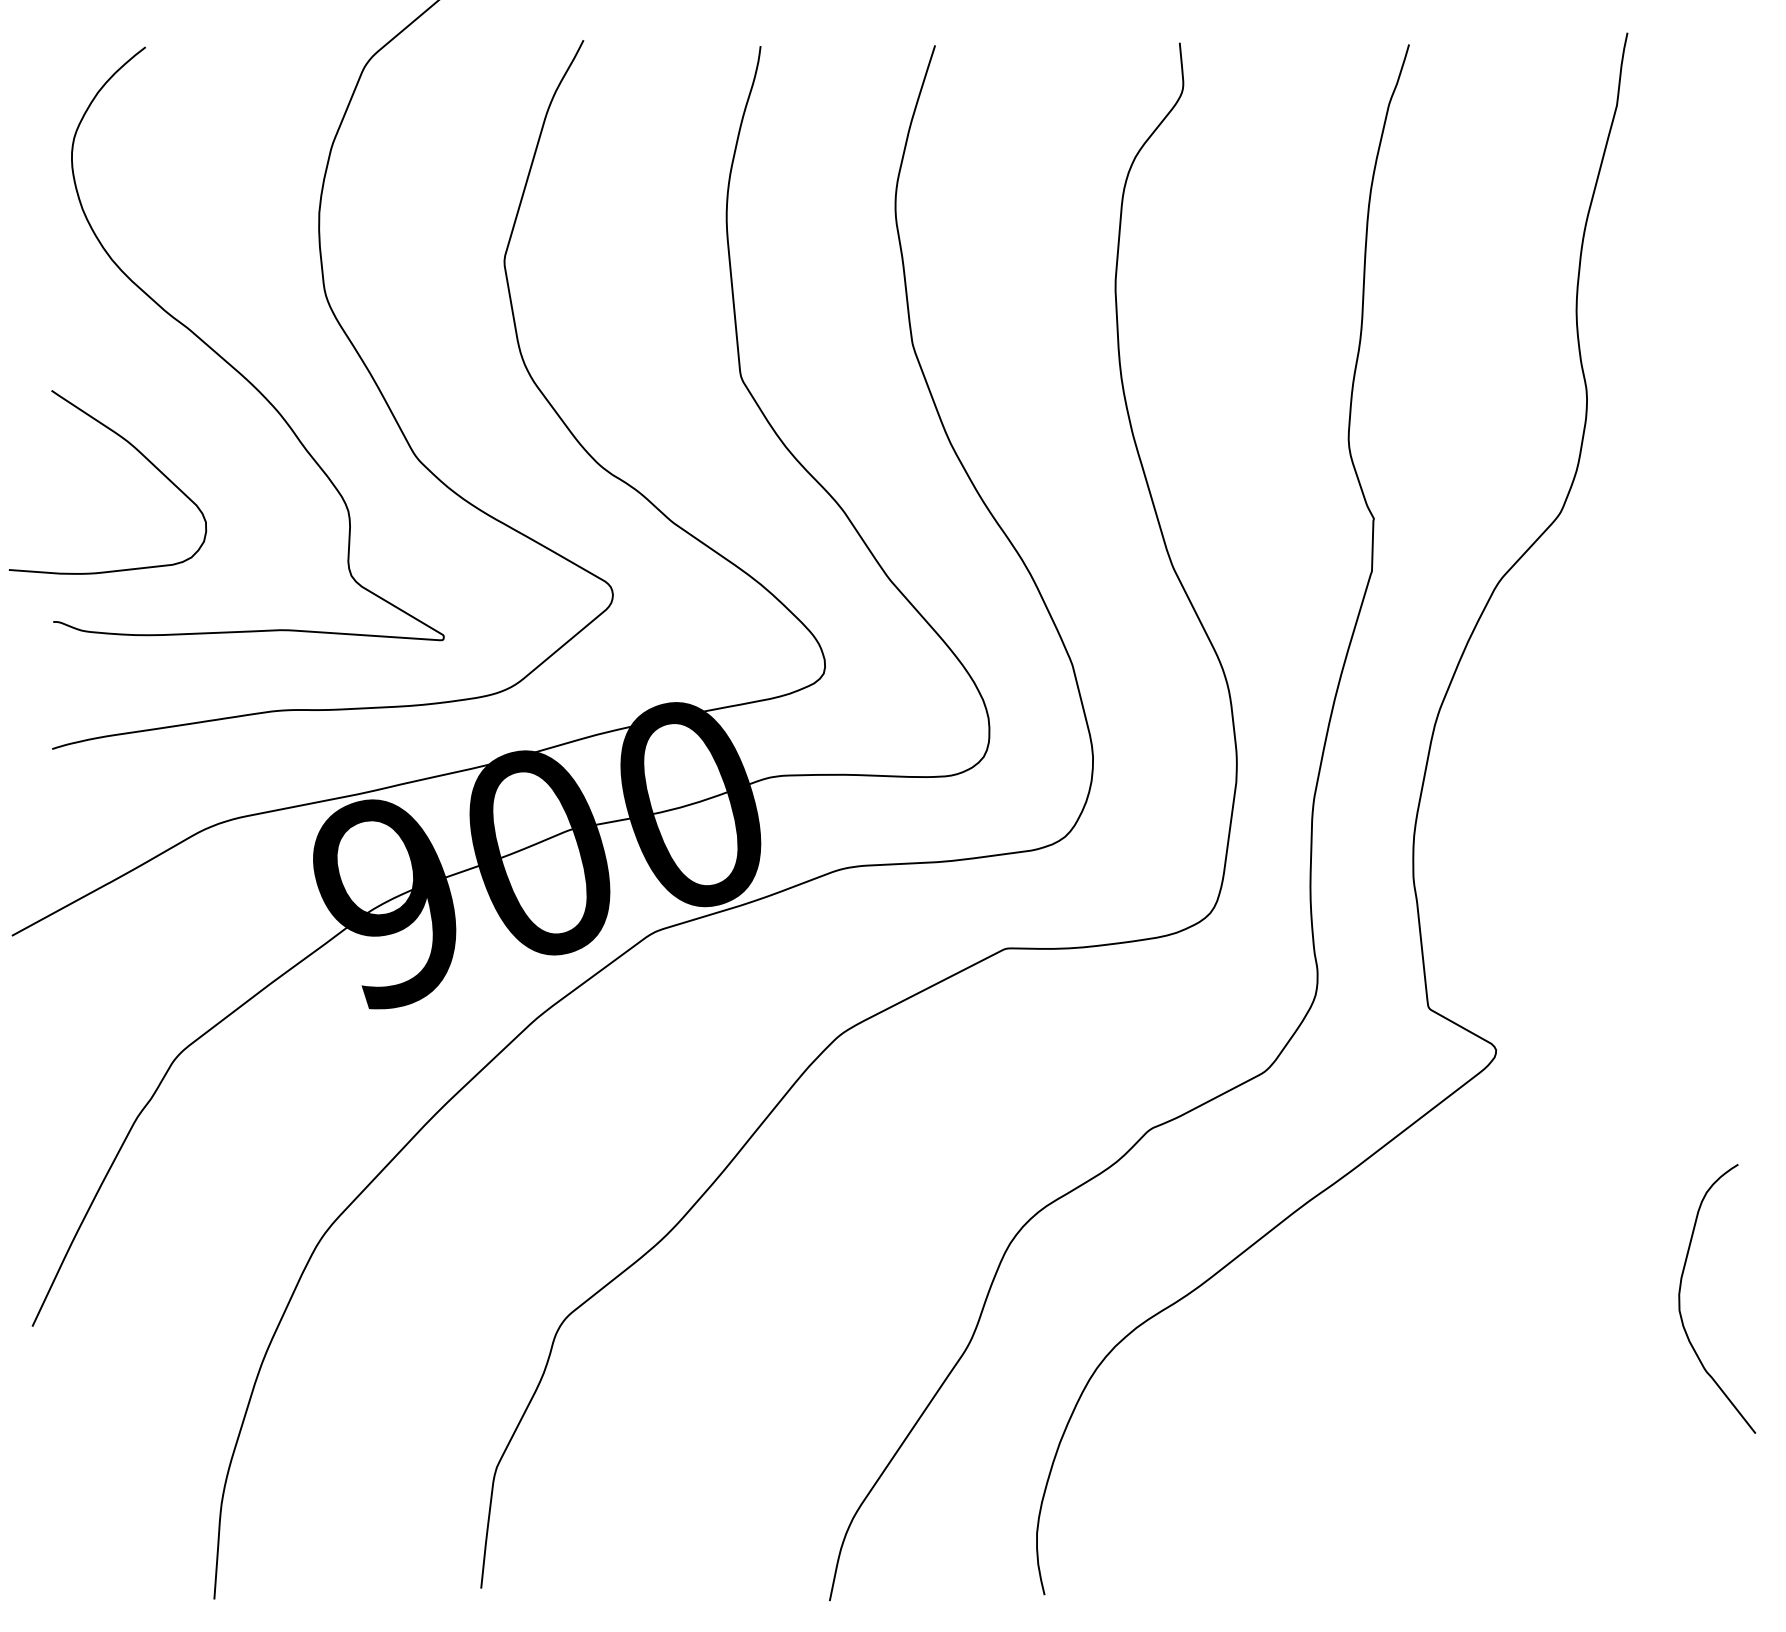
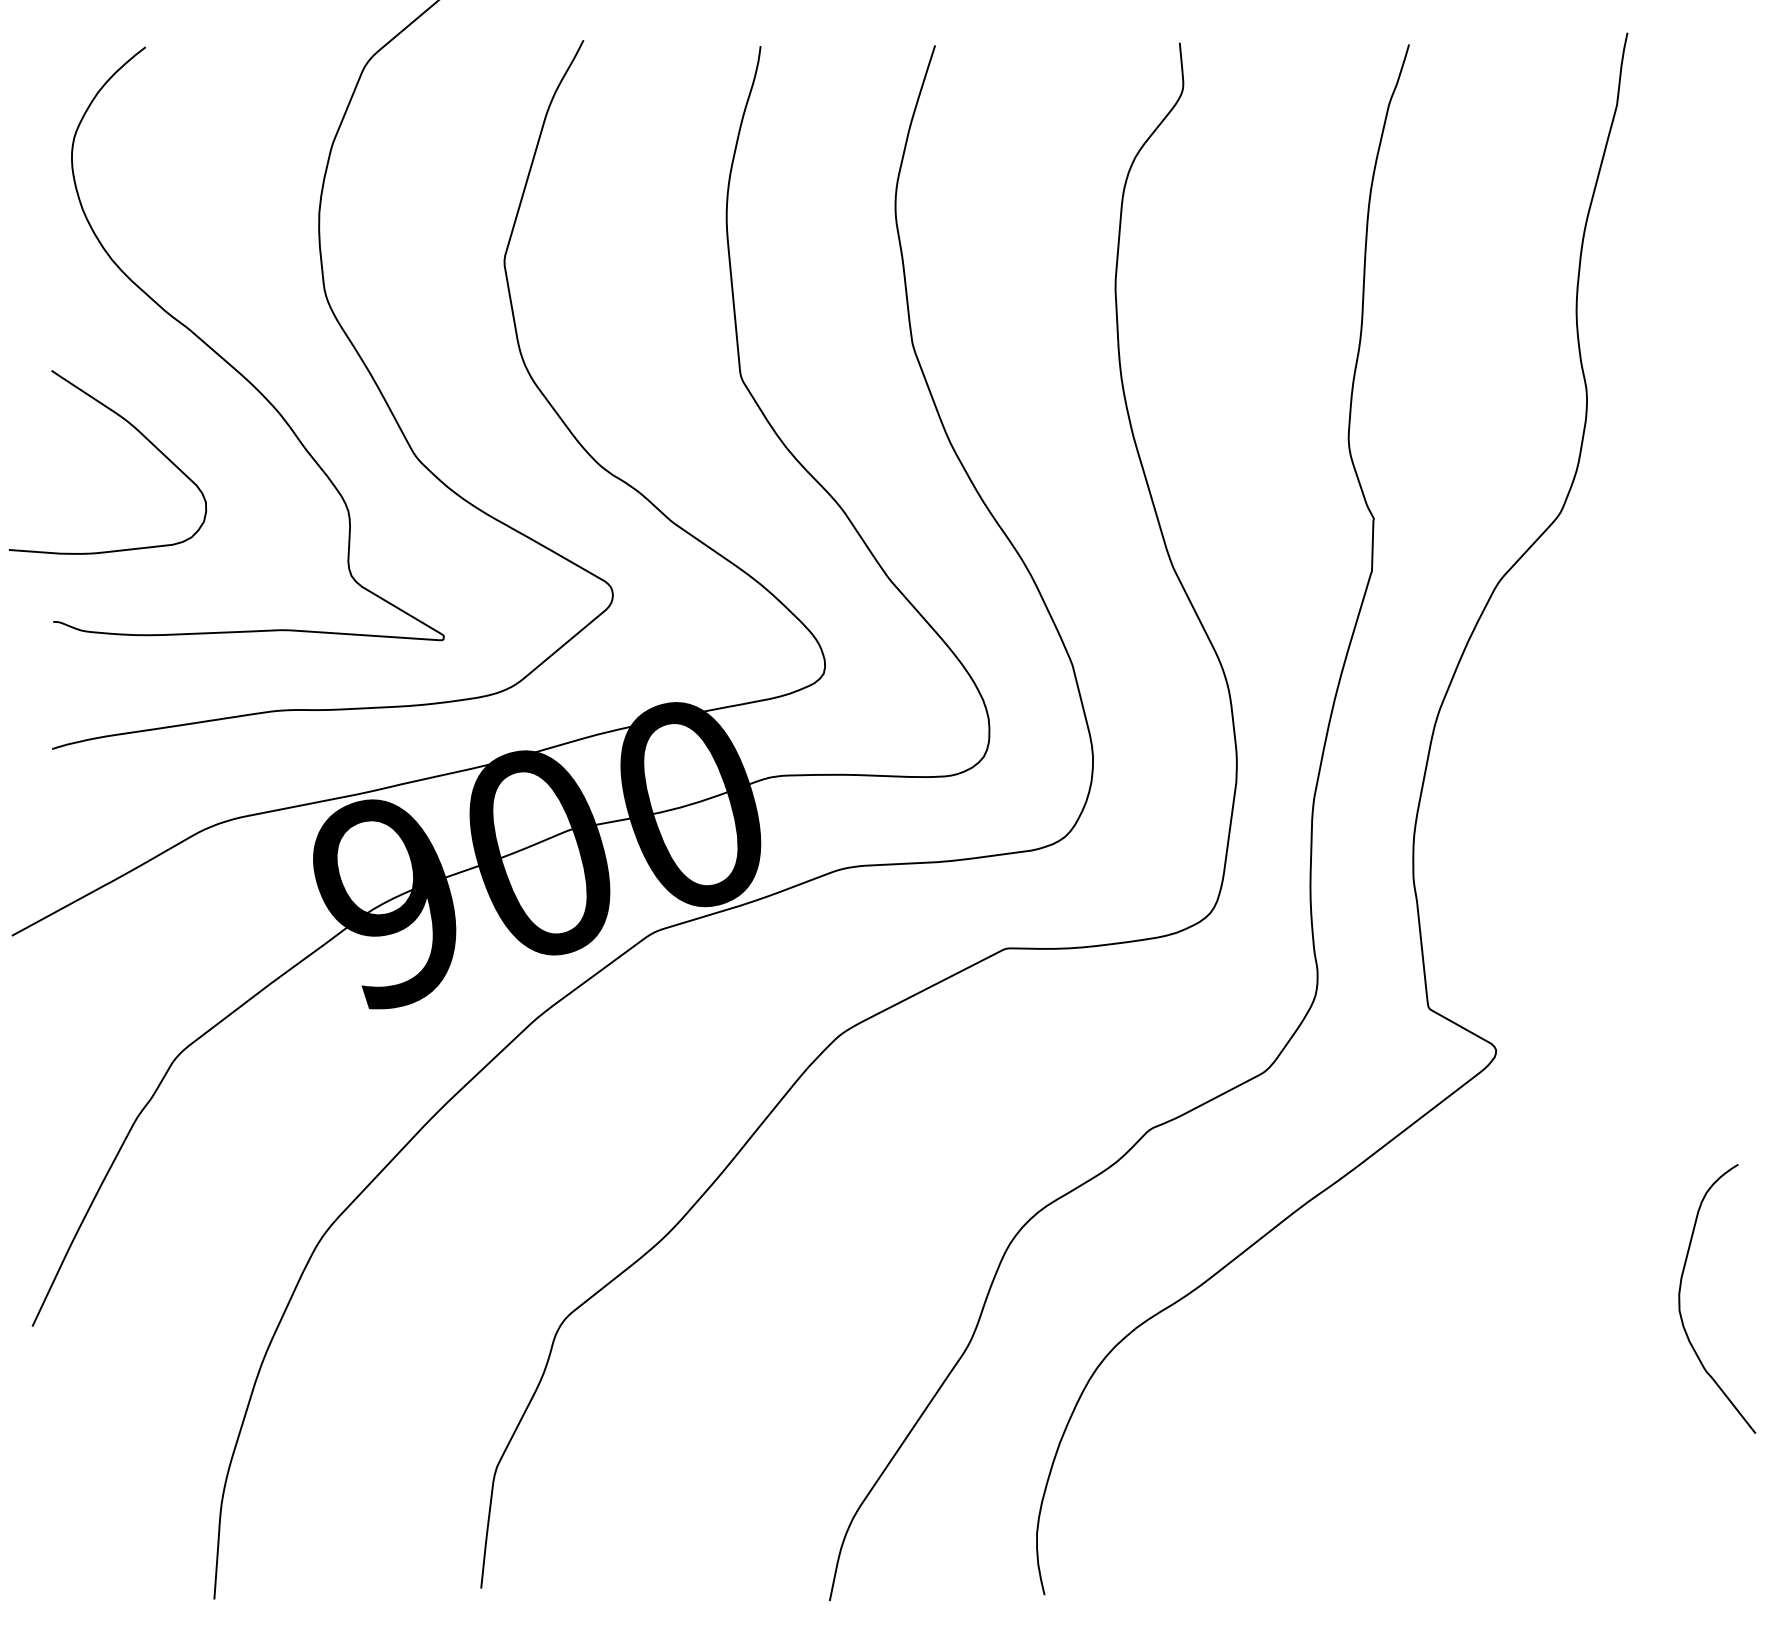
curve at (137, 451) position: (137, 451) -> (137, 431)
